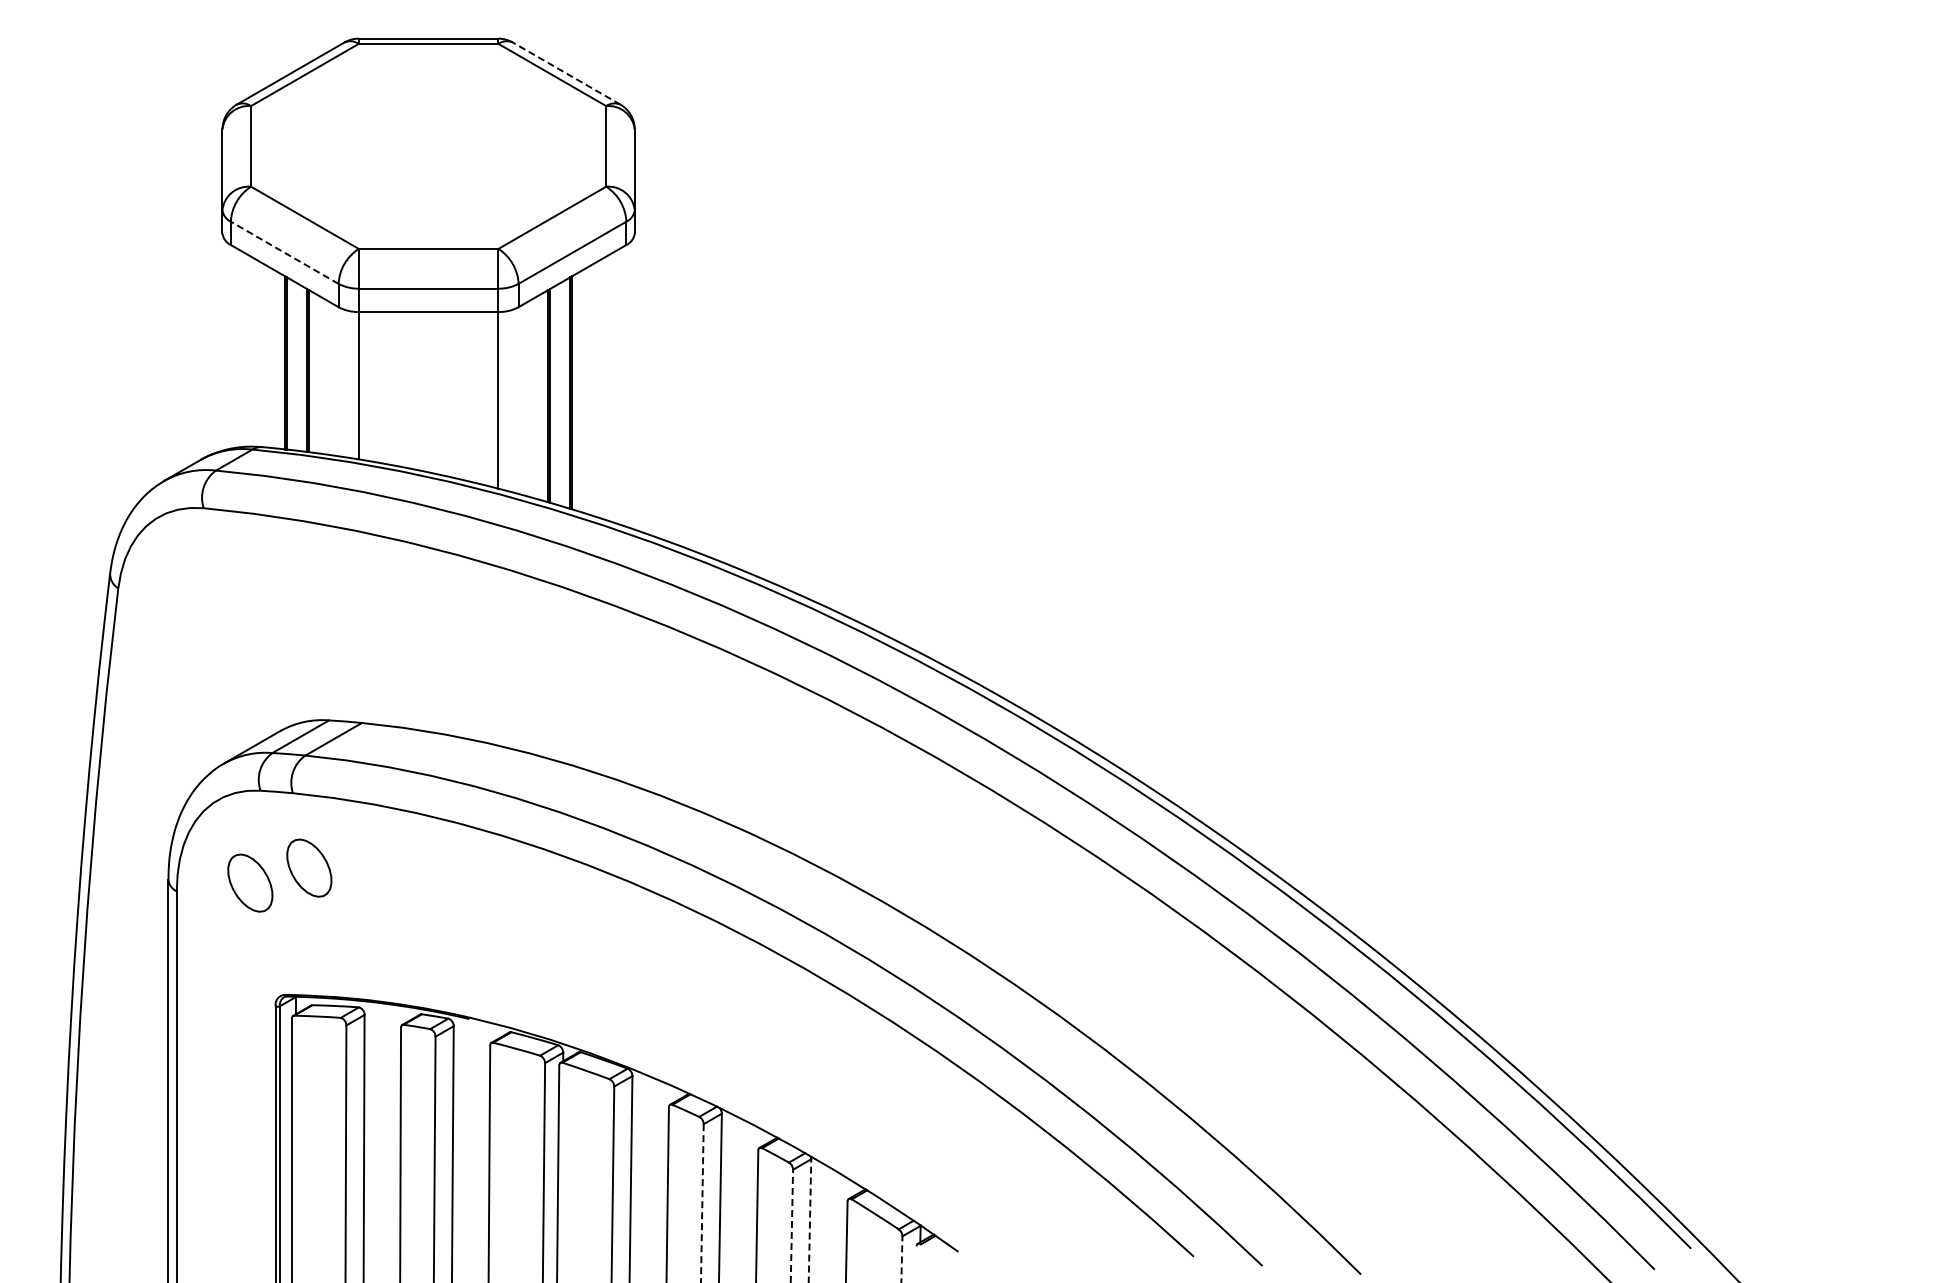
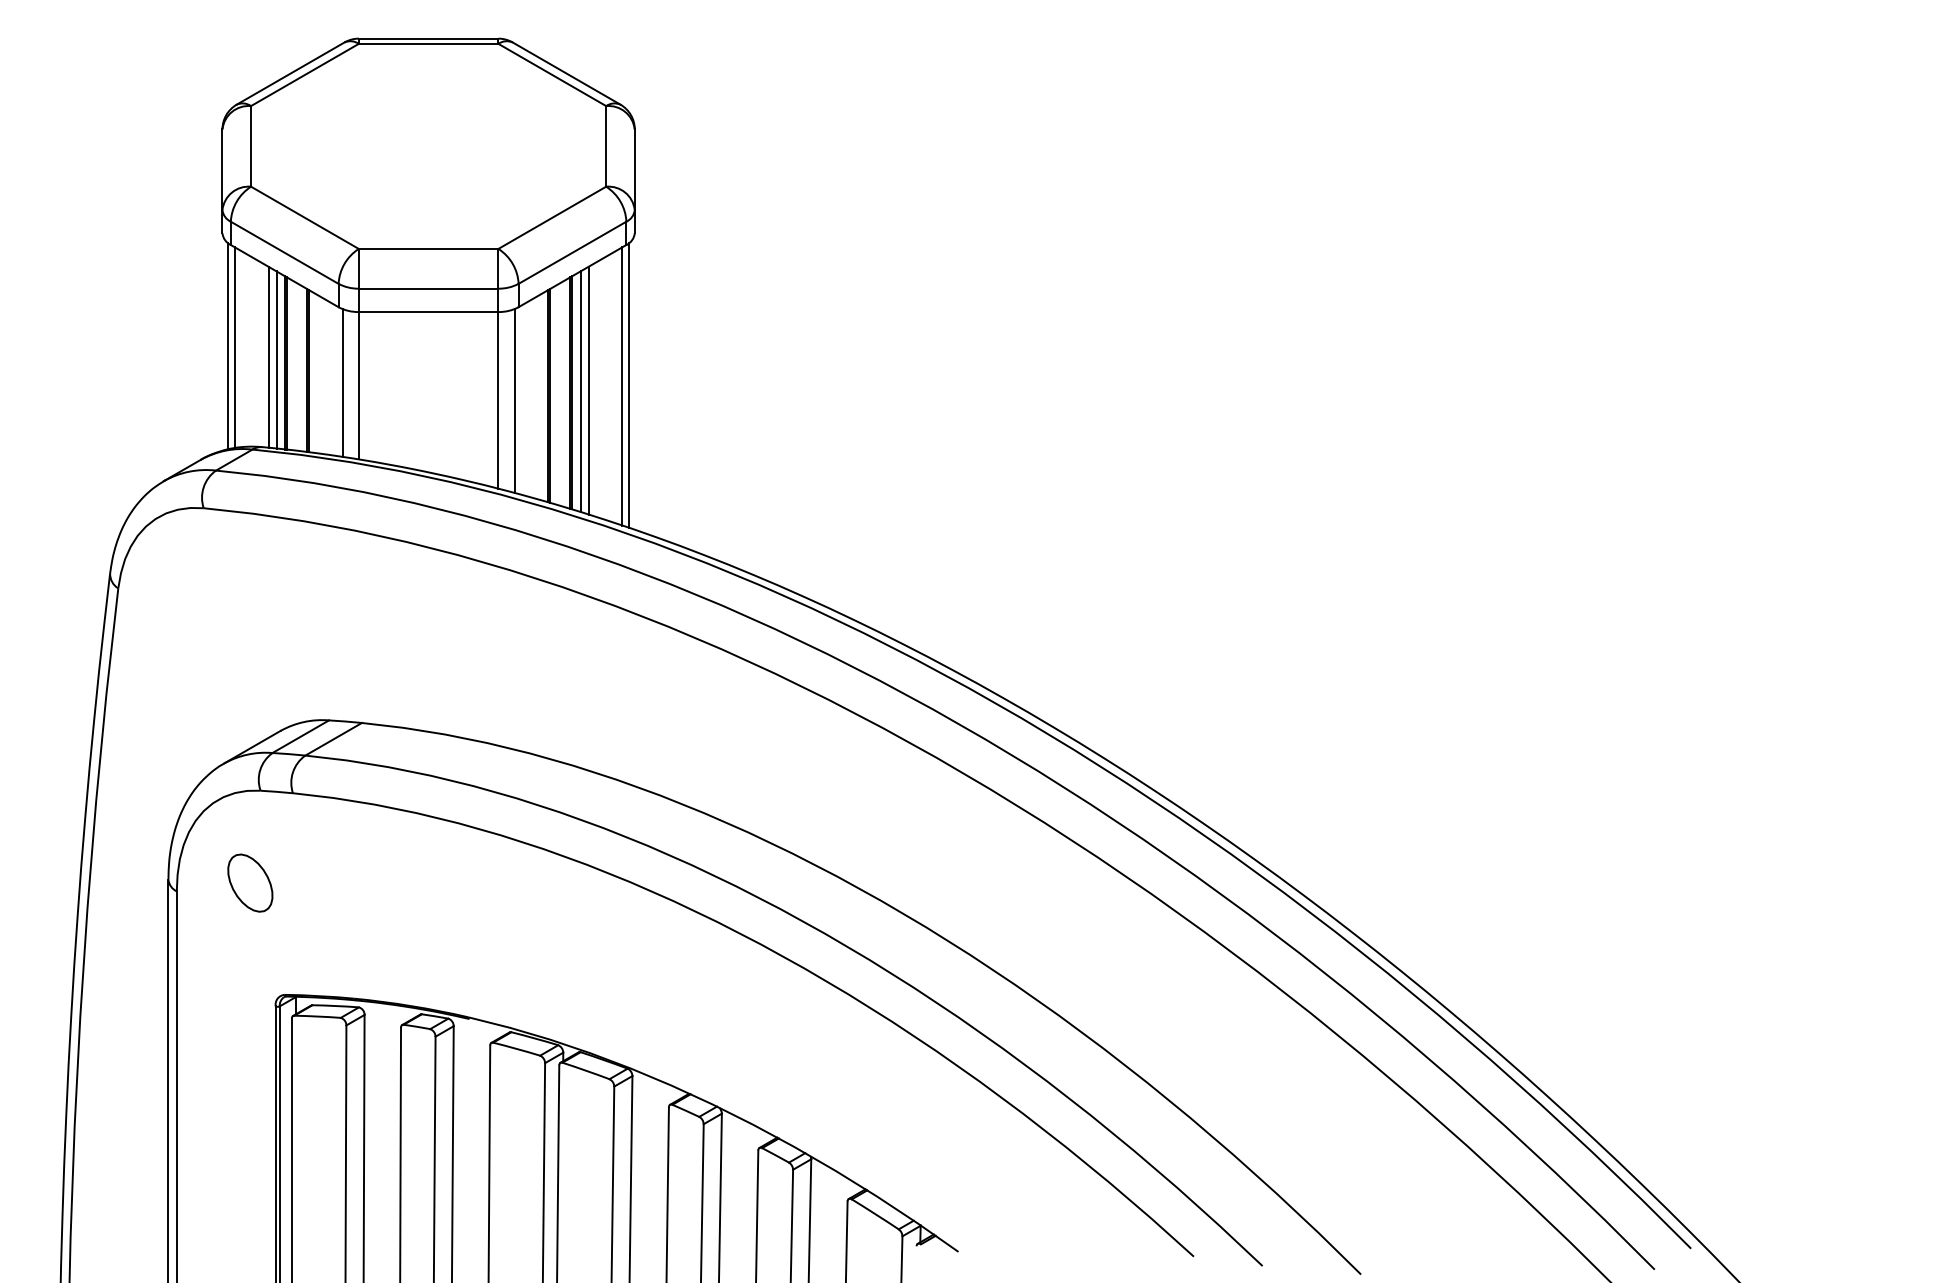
line at (566, 73): dashed -> solid
line at (284, 252): dashed -> solid
line at (228, 346): none -> present
line at (234, 347): none -> present
line at (268, 356): none -> present
line at (276, 359): none -> present
line at (342, 383): none -> present
line at (629, 385): none -> present
line at (622, 386): none -> present
line at (588, 390): none -> present
line at (580, 391): none -> present
line at (514, 400): none -> present
part at (309, 867): present -> none
line at (702, 1204): dashed -> solid
line at (810, 1220): dashed -> solid
line at (791, 1225): dashed -> solid
line at (901, 1259): dashed -> solid
